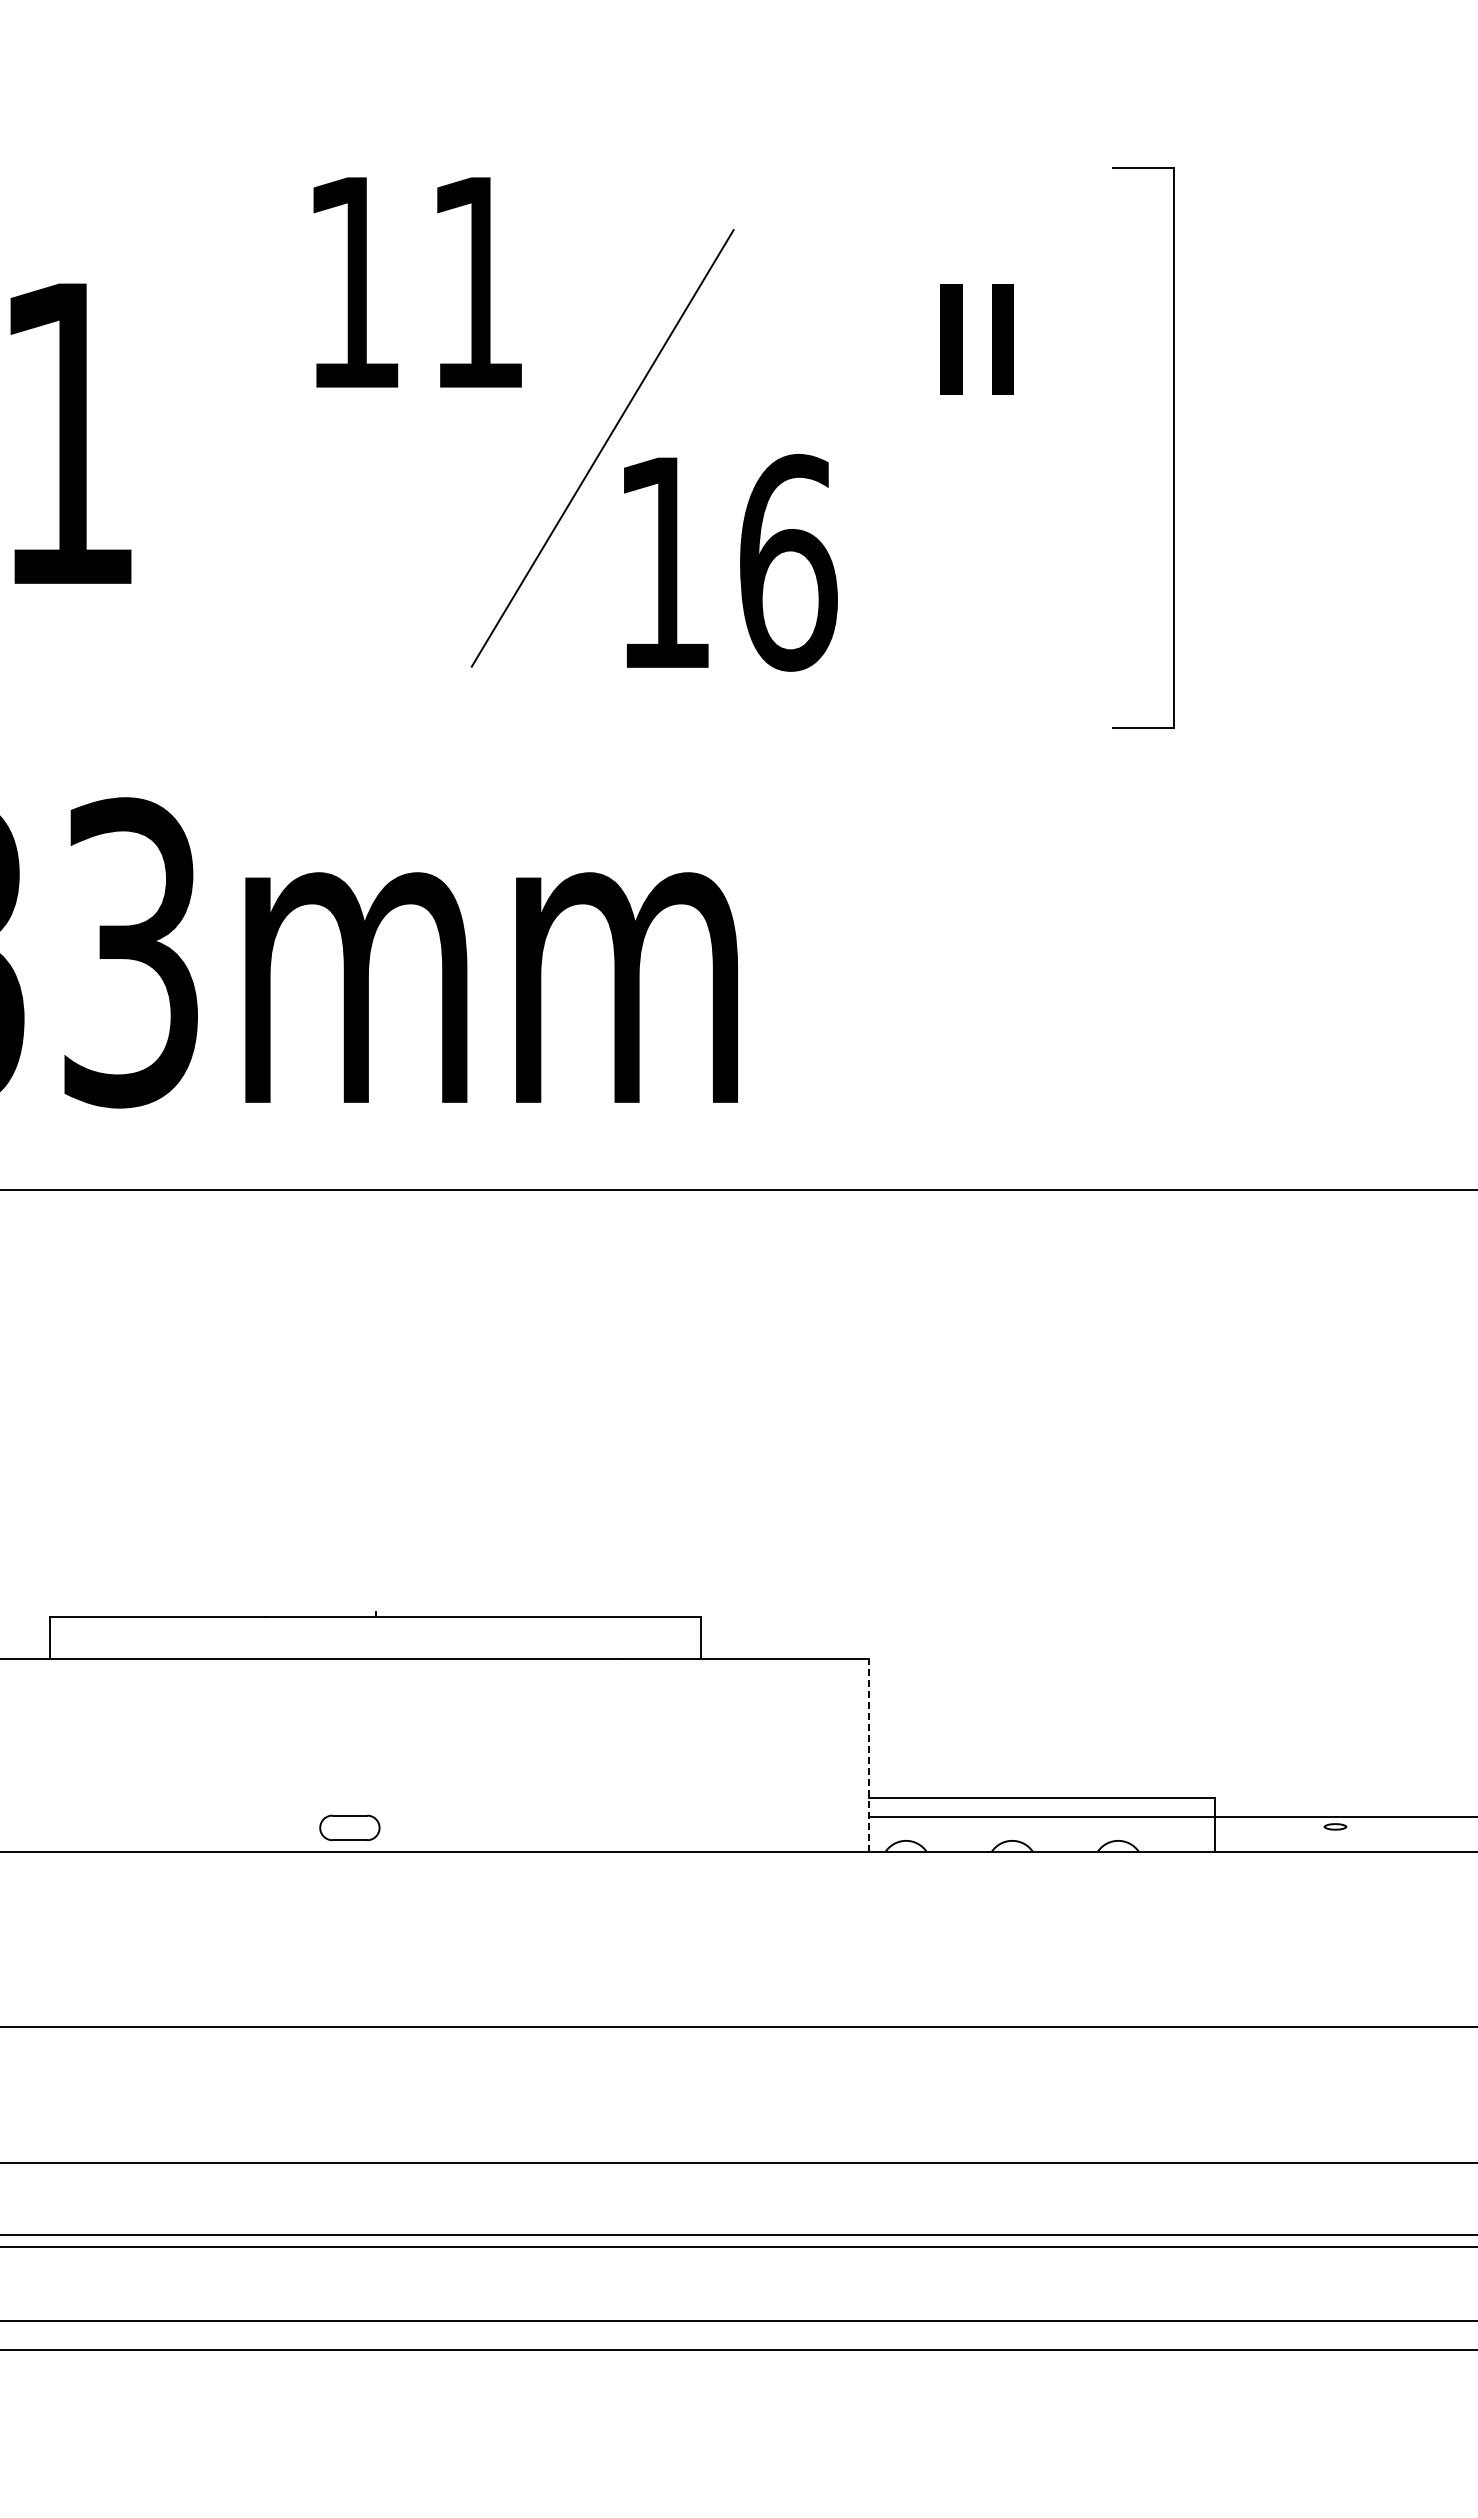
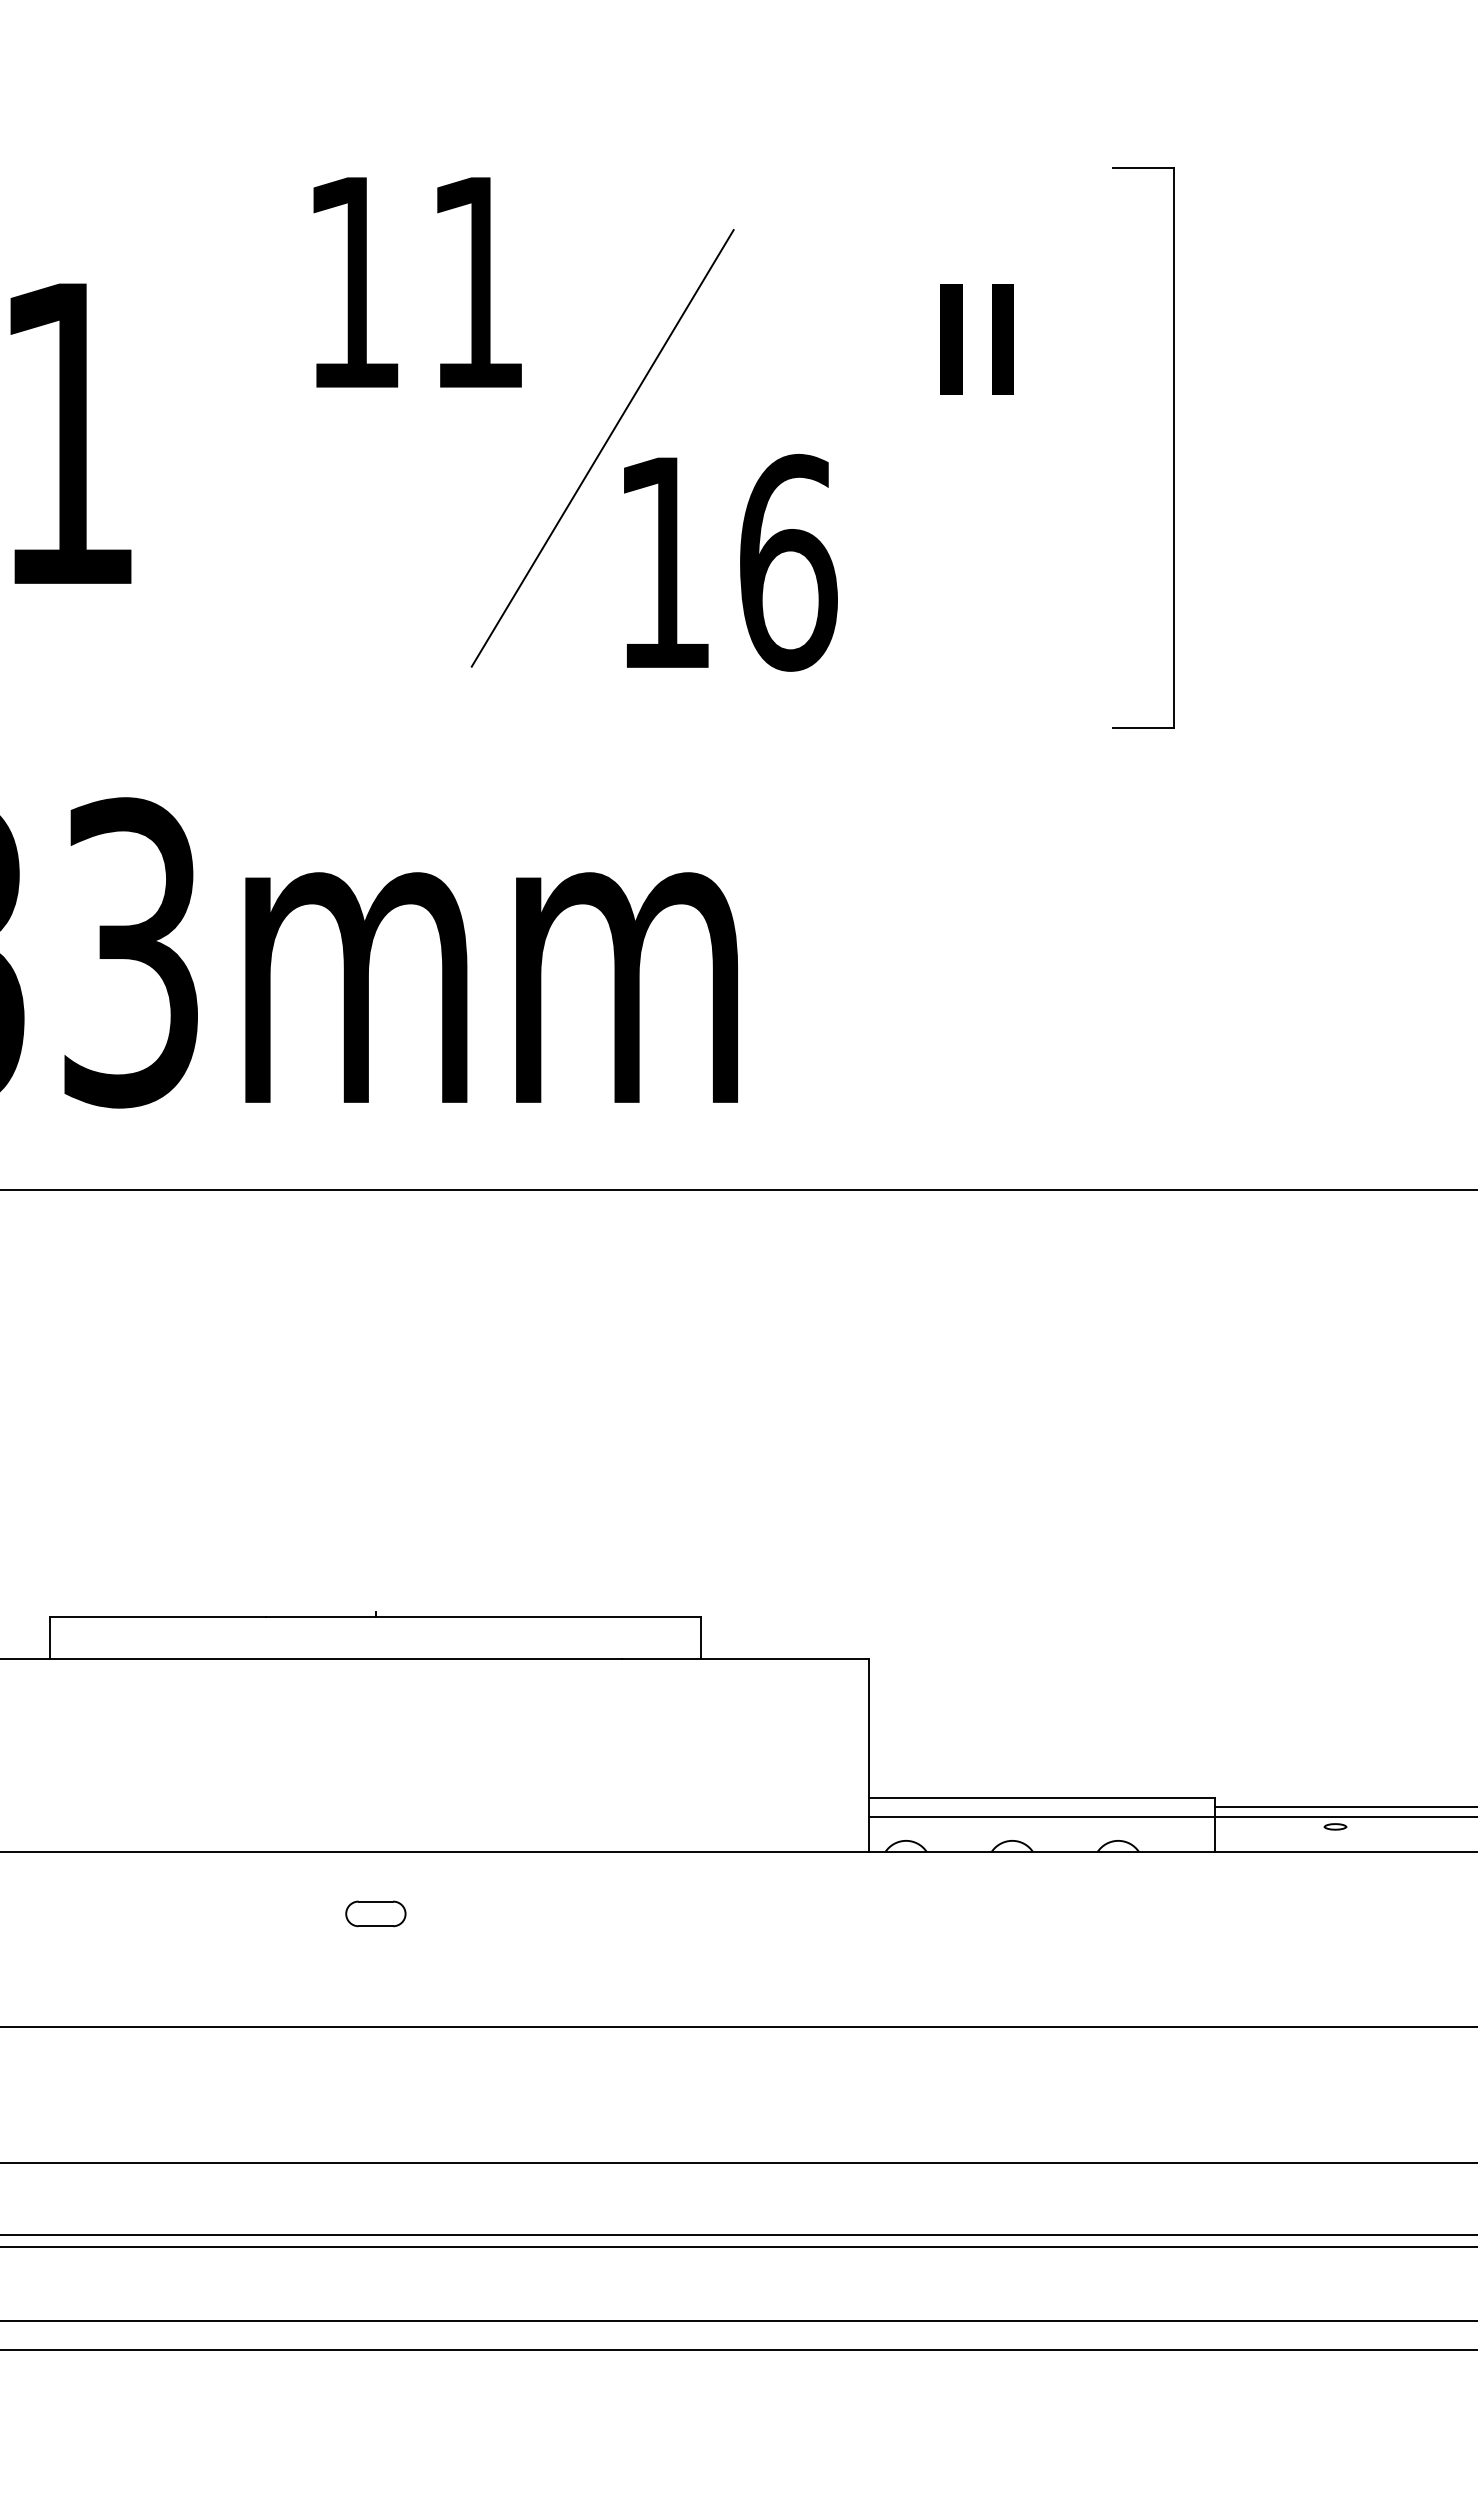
line at (869, 1755): dashed -> solid
line at (1344, 1807): none -> present
part at (349, 1827) position: (349, 1827) -> (375, 1913)
